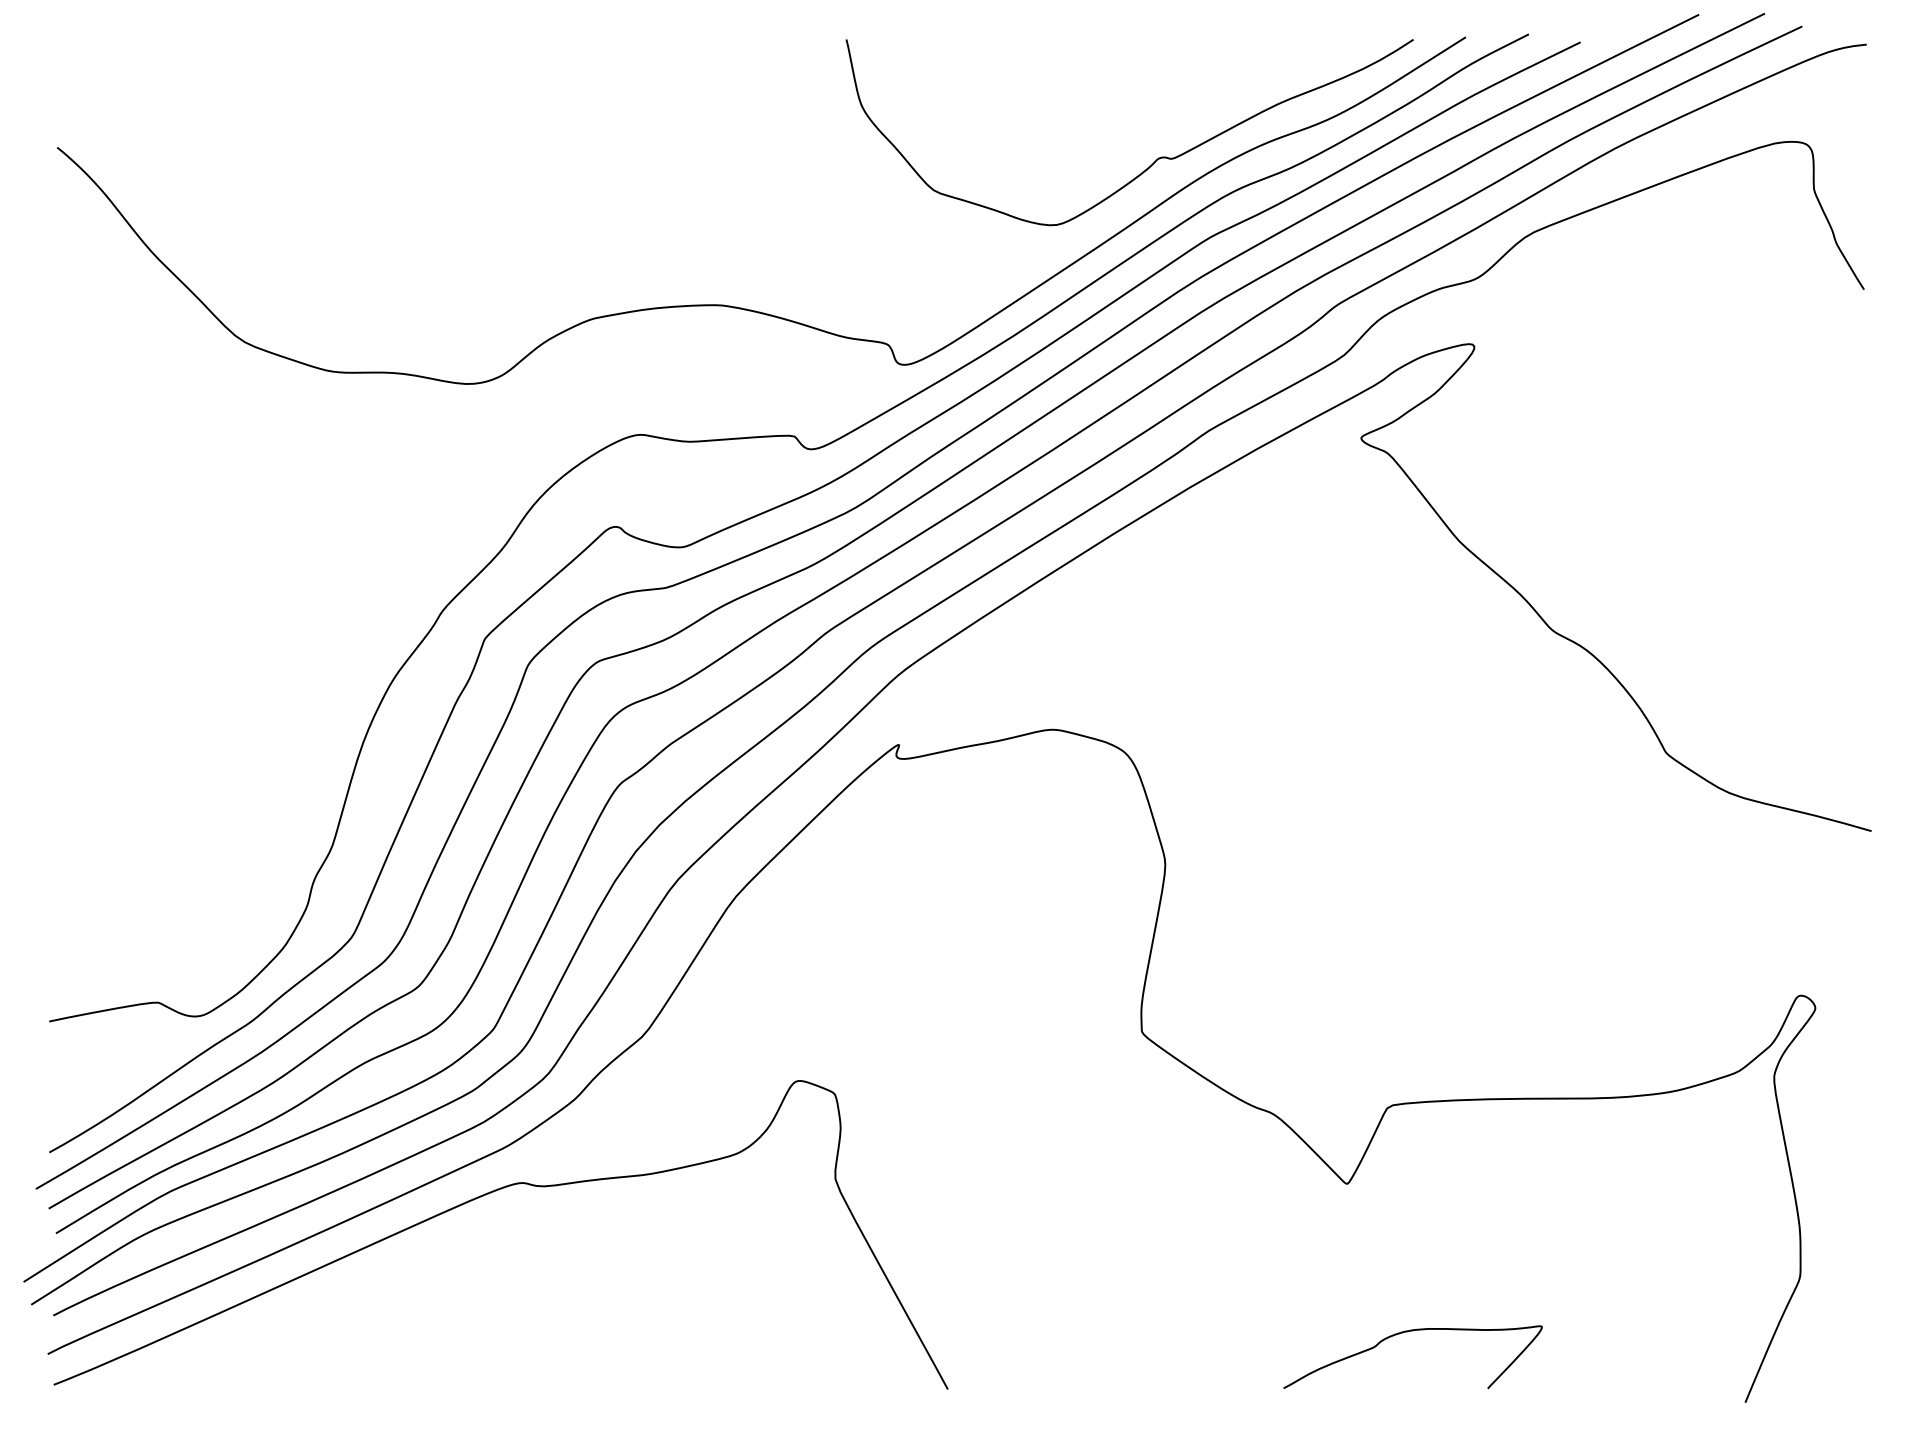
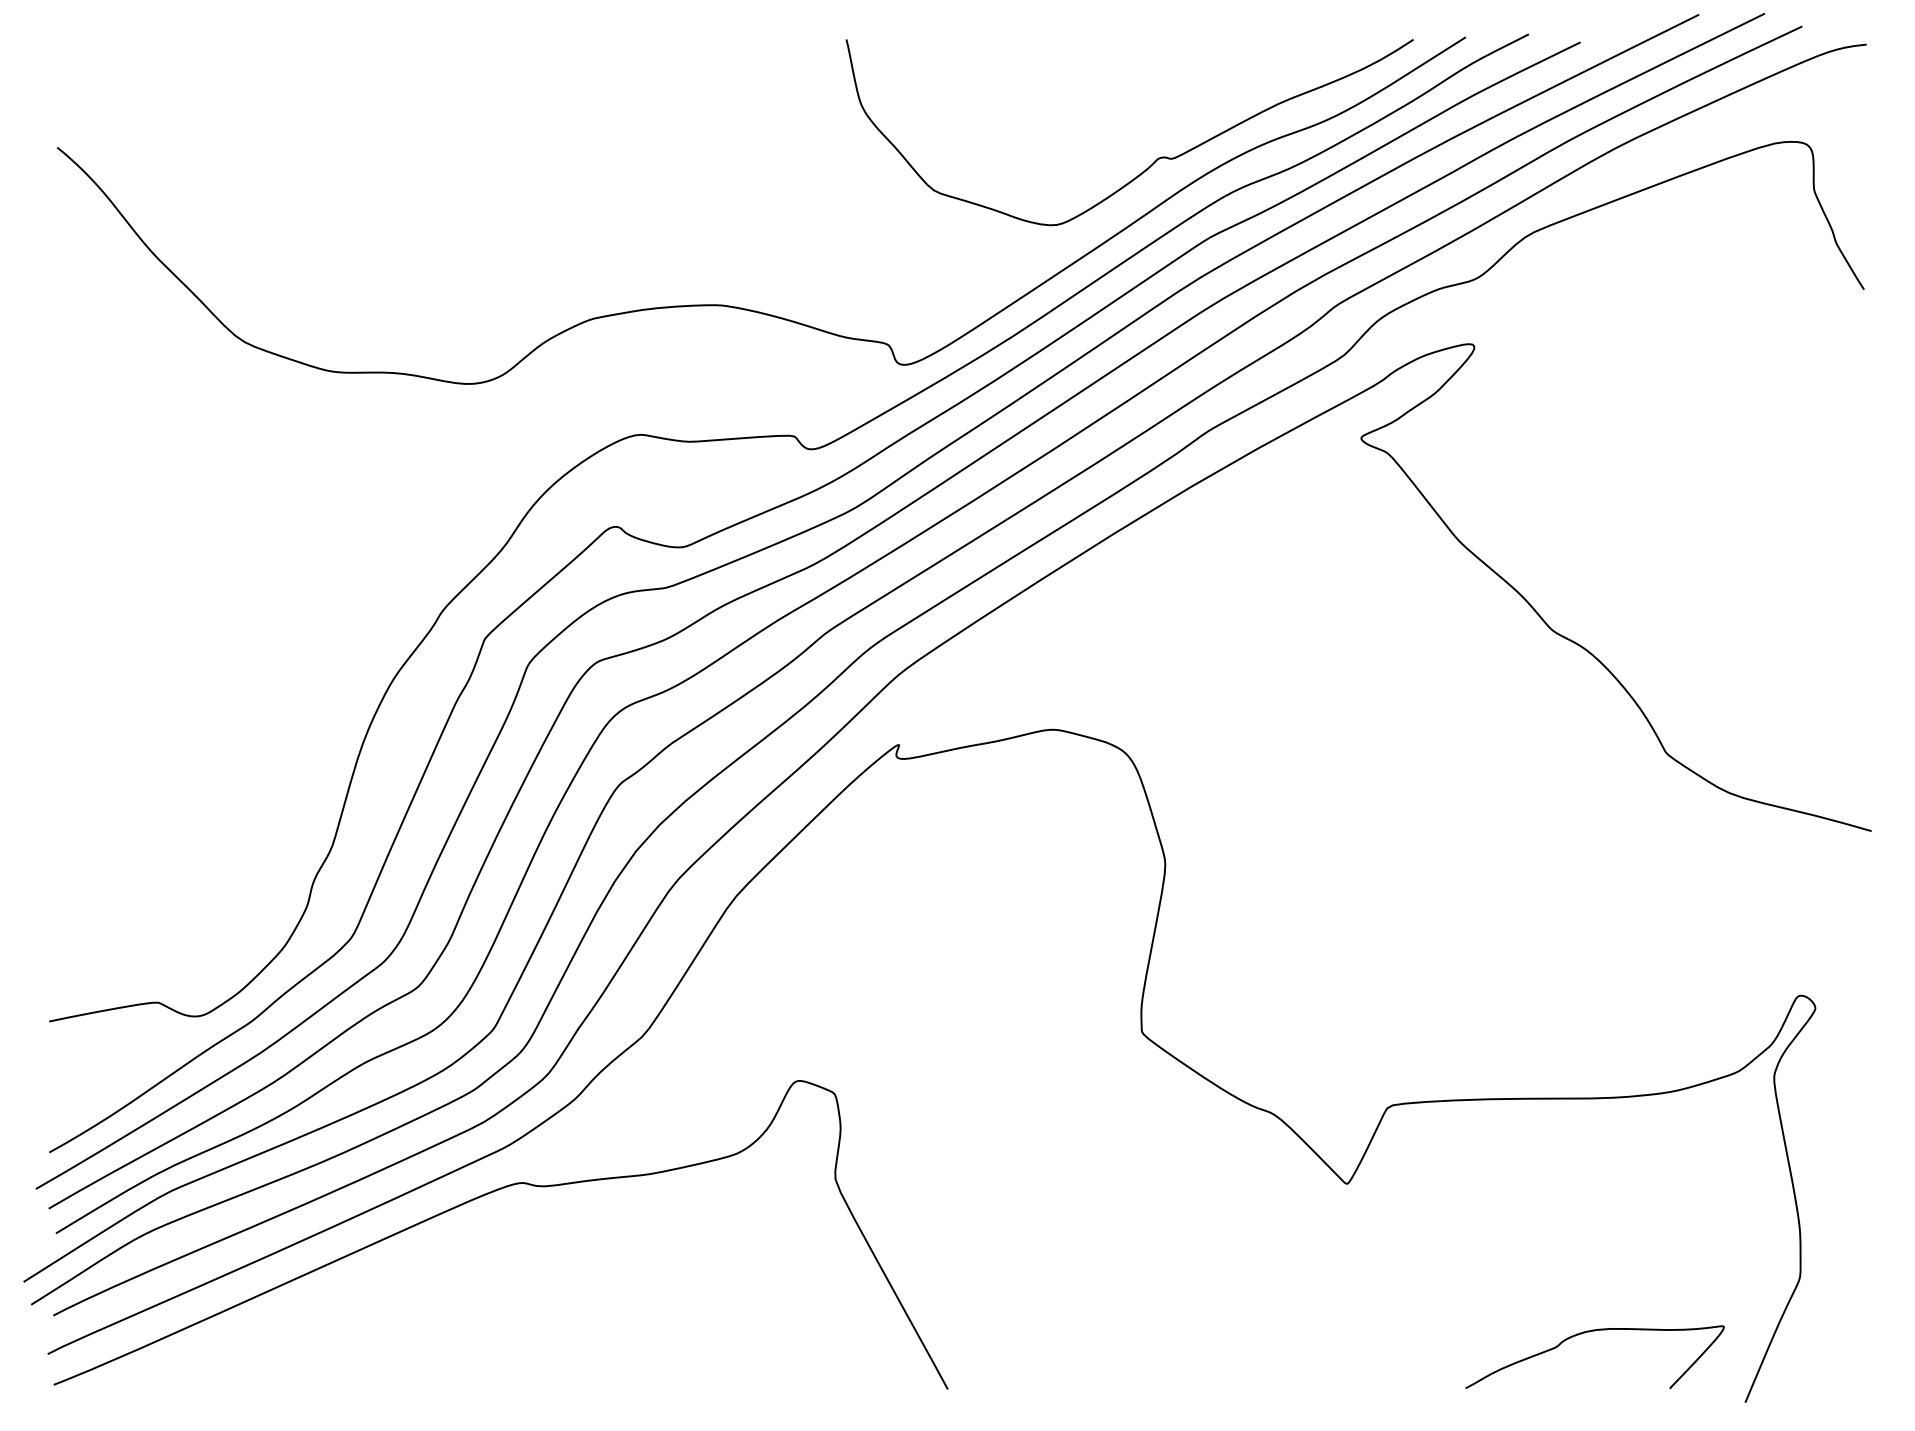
curve at (1407, 1332) position: (1407, 1332) -> (1589, 1332)
